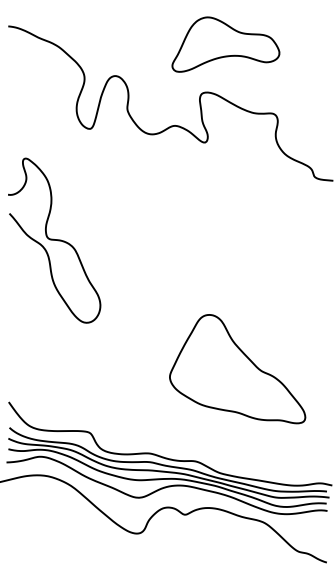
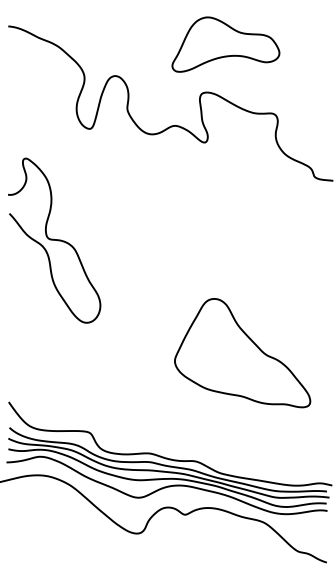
part at (237, 369) position: (237, 369) -> (242, 353)
